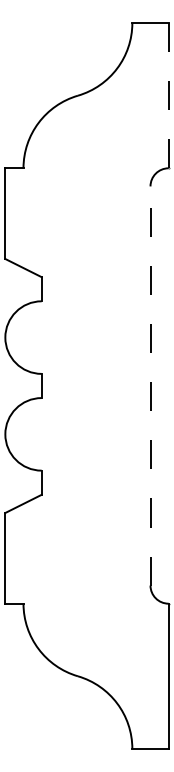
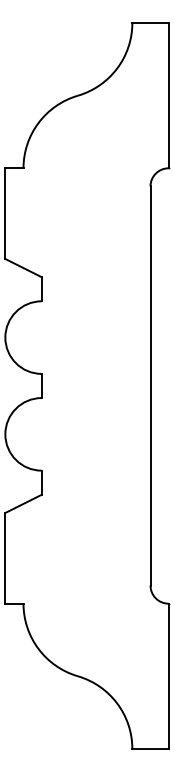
line at (168, 95): dashed -> solid
line at (150, 386): dashed -> solid
